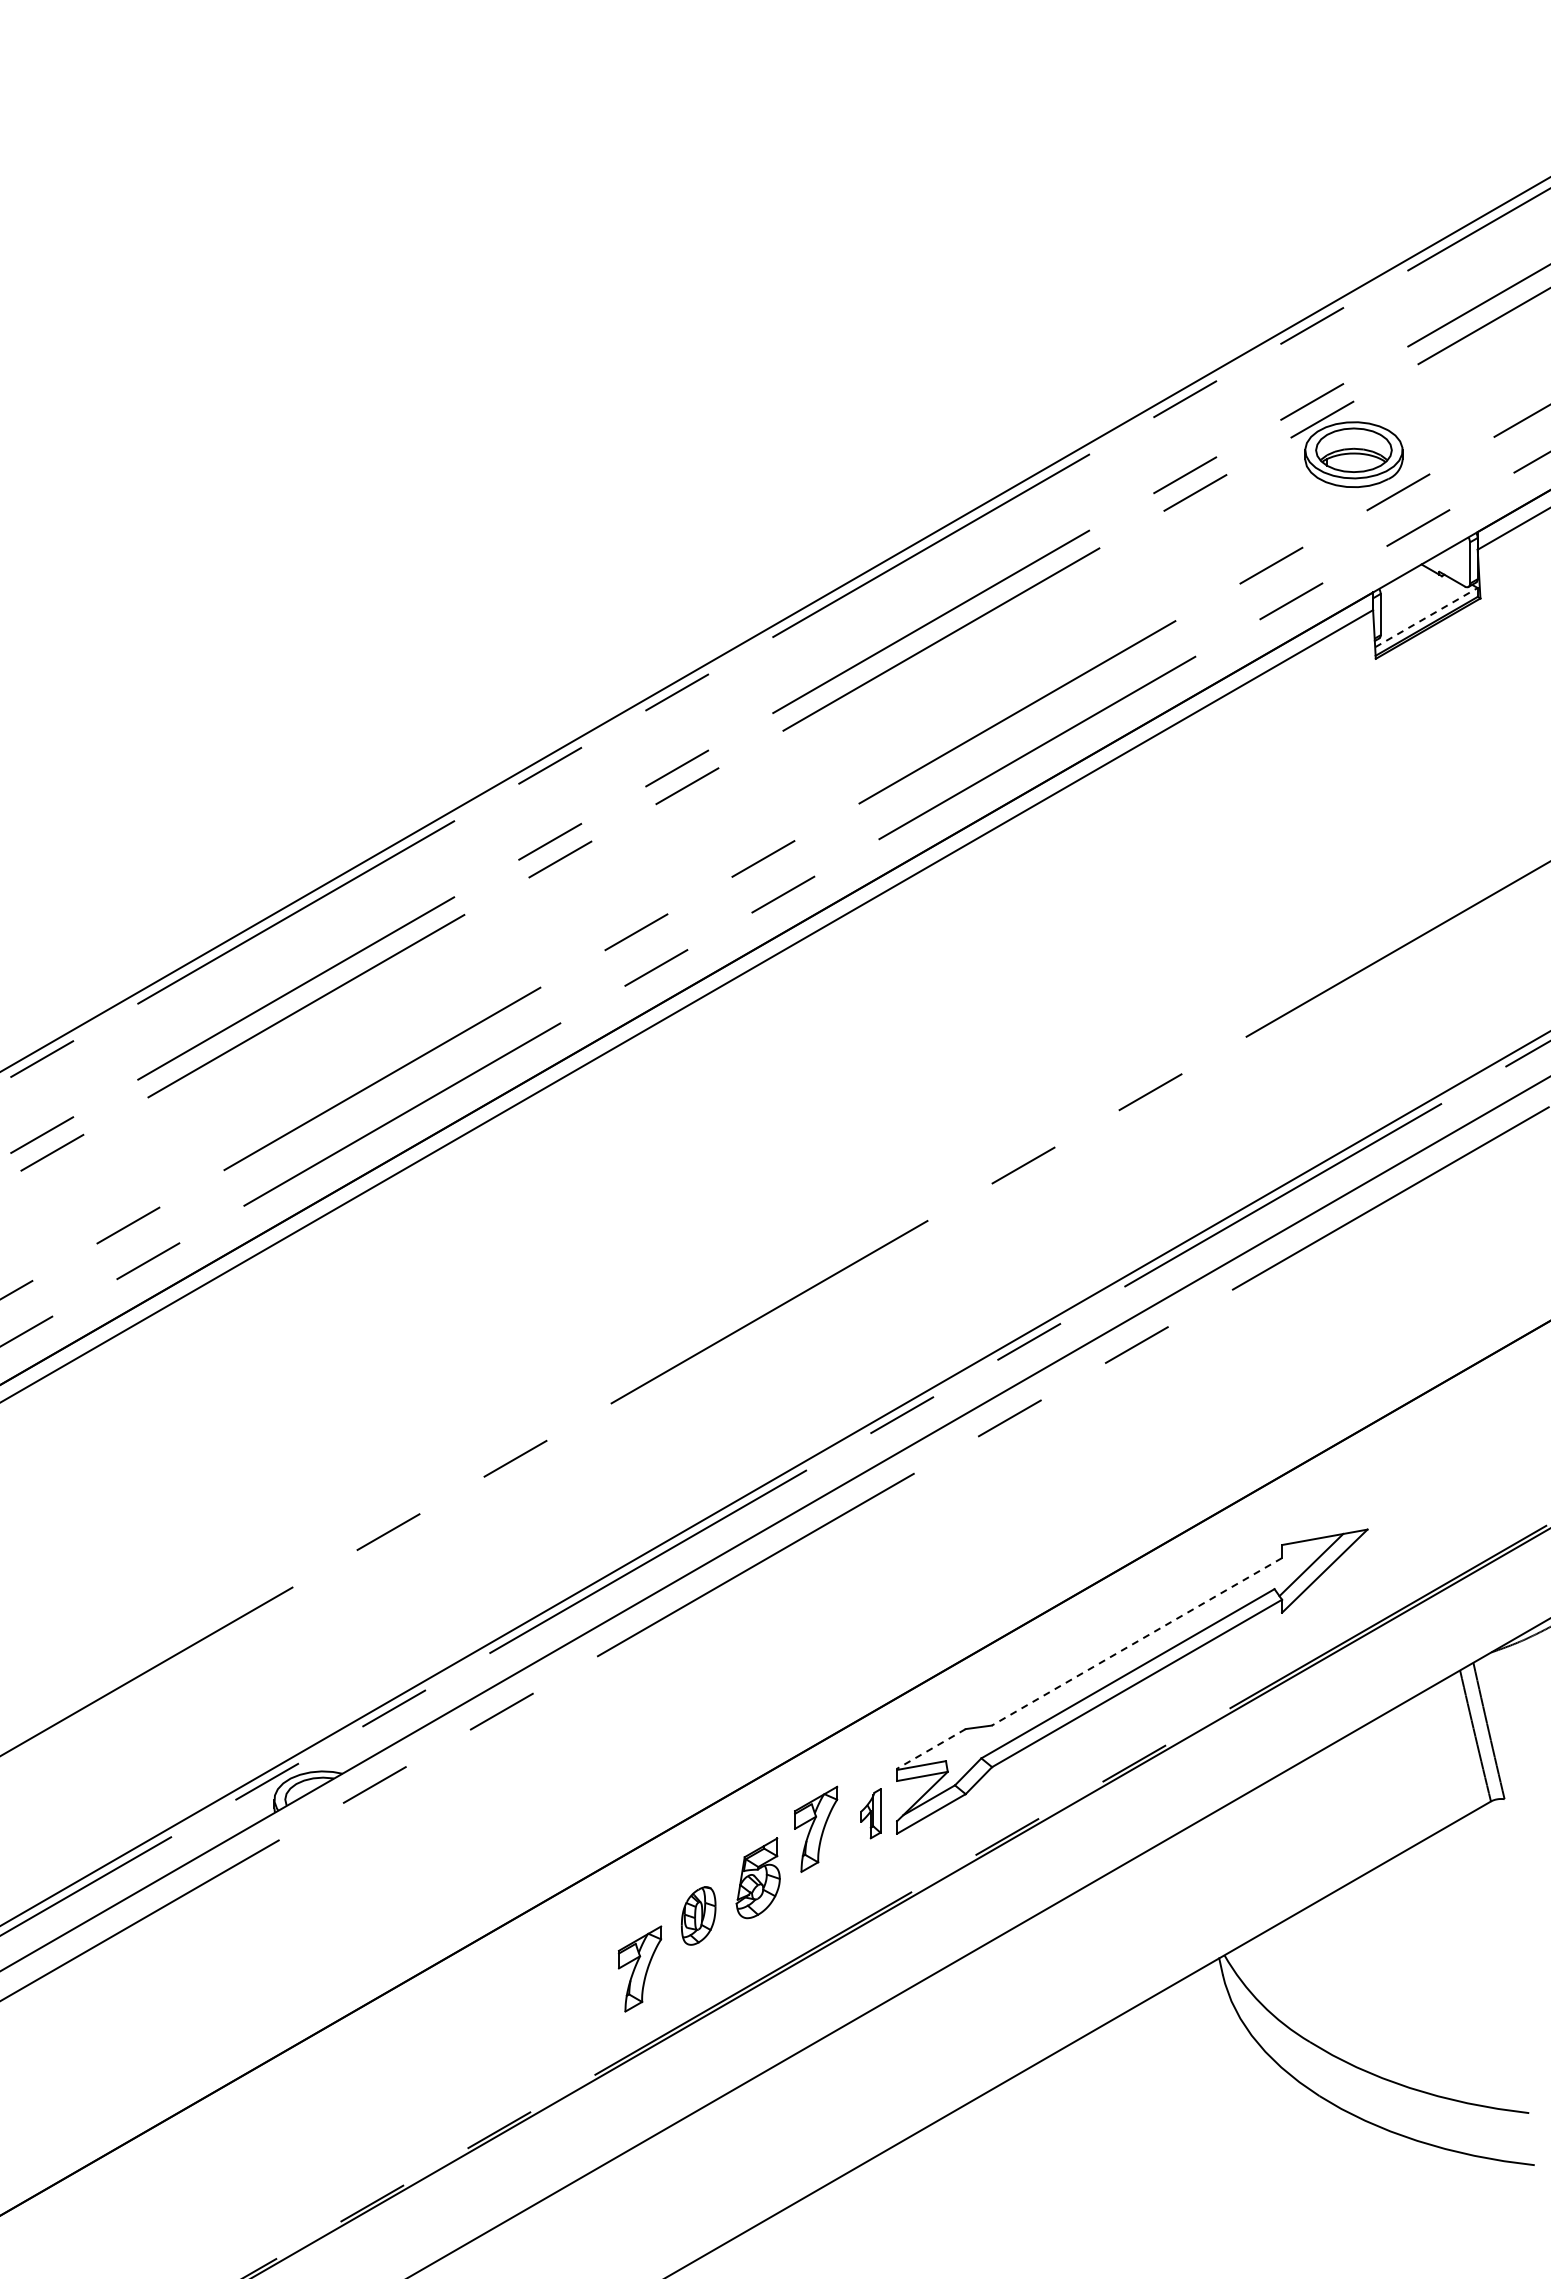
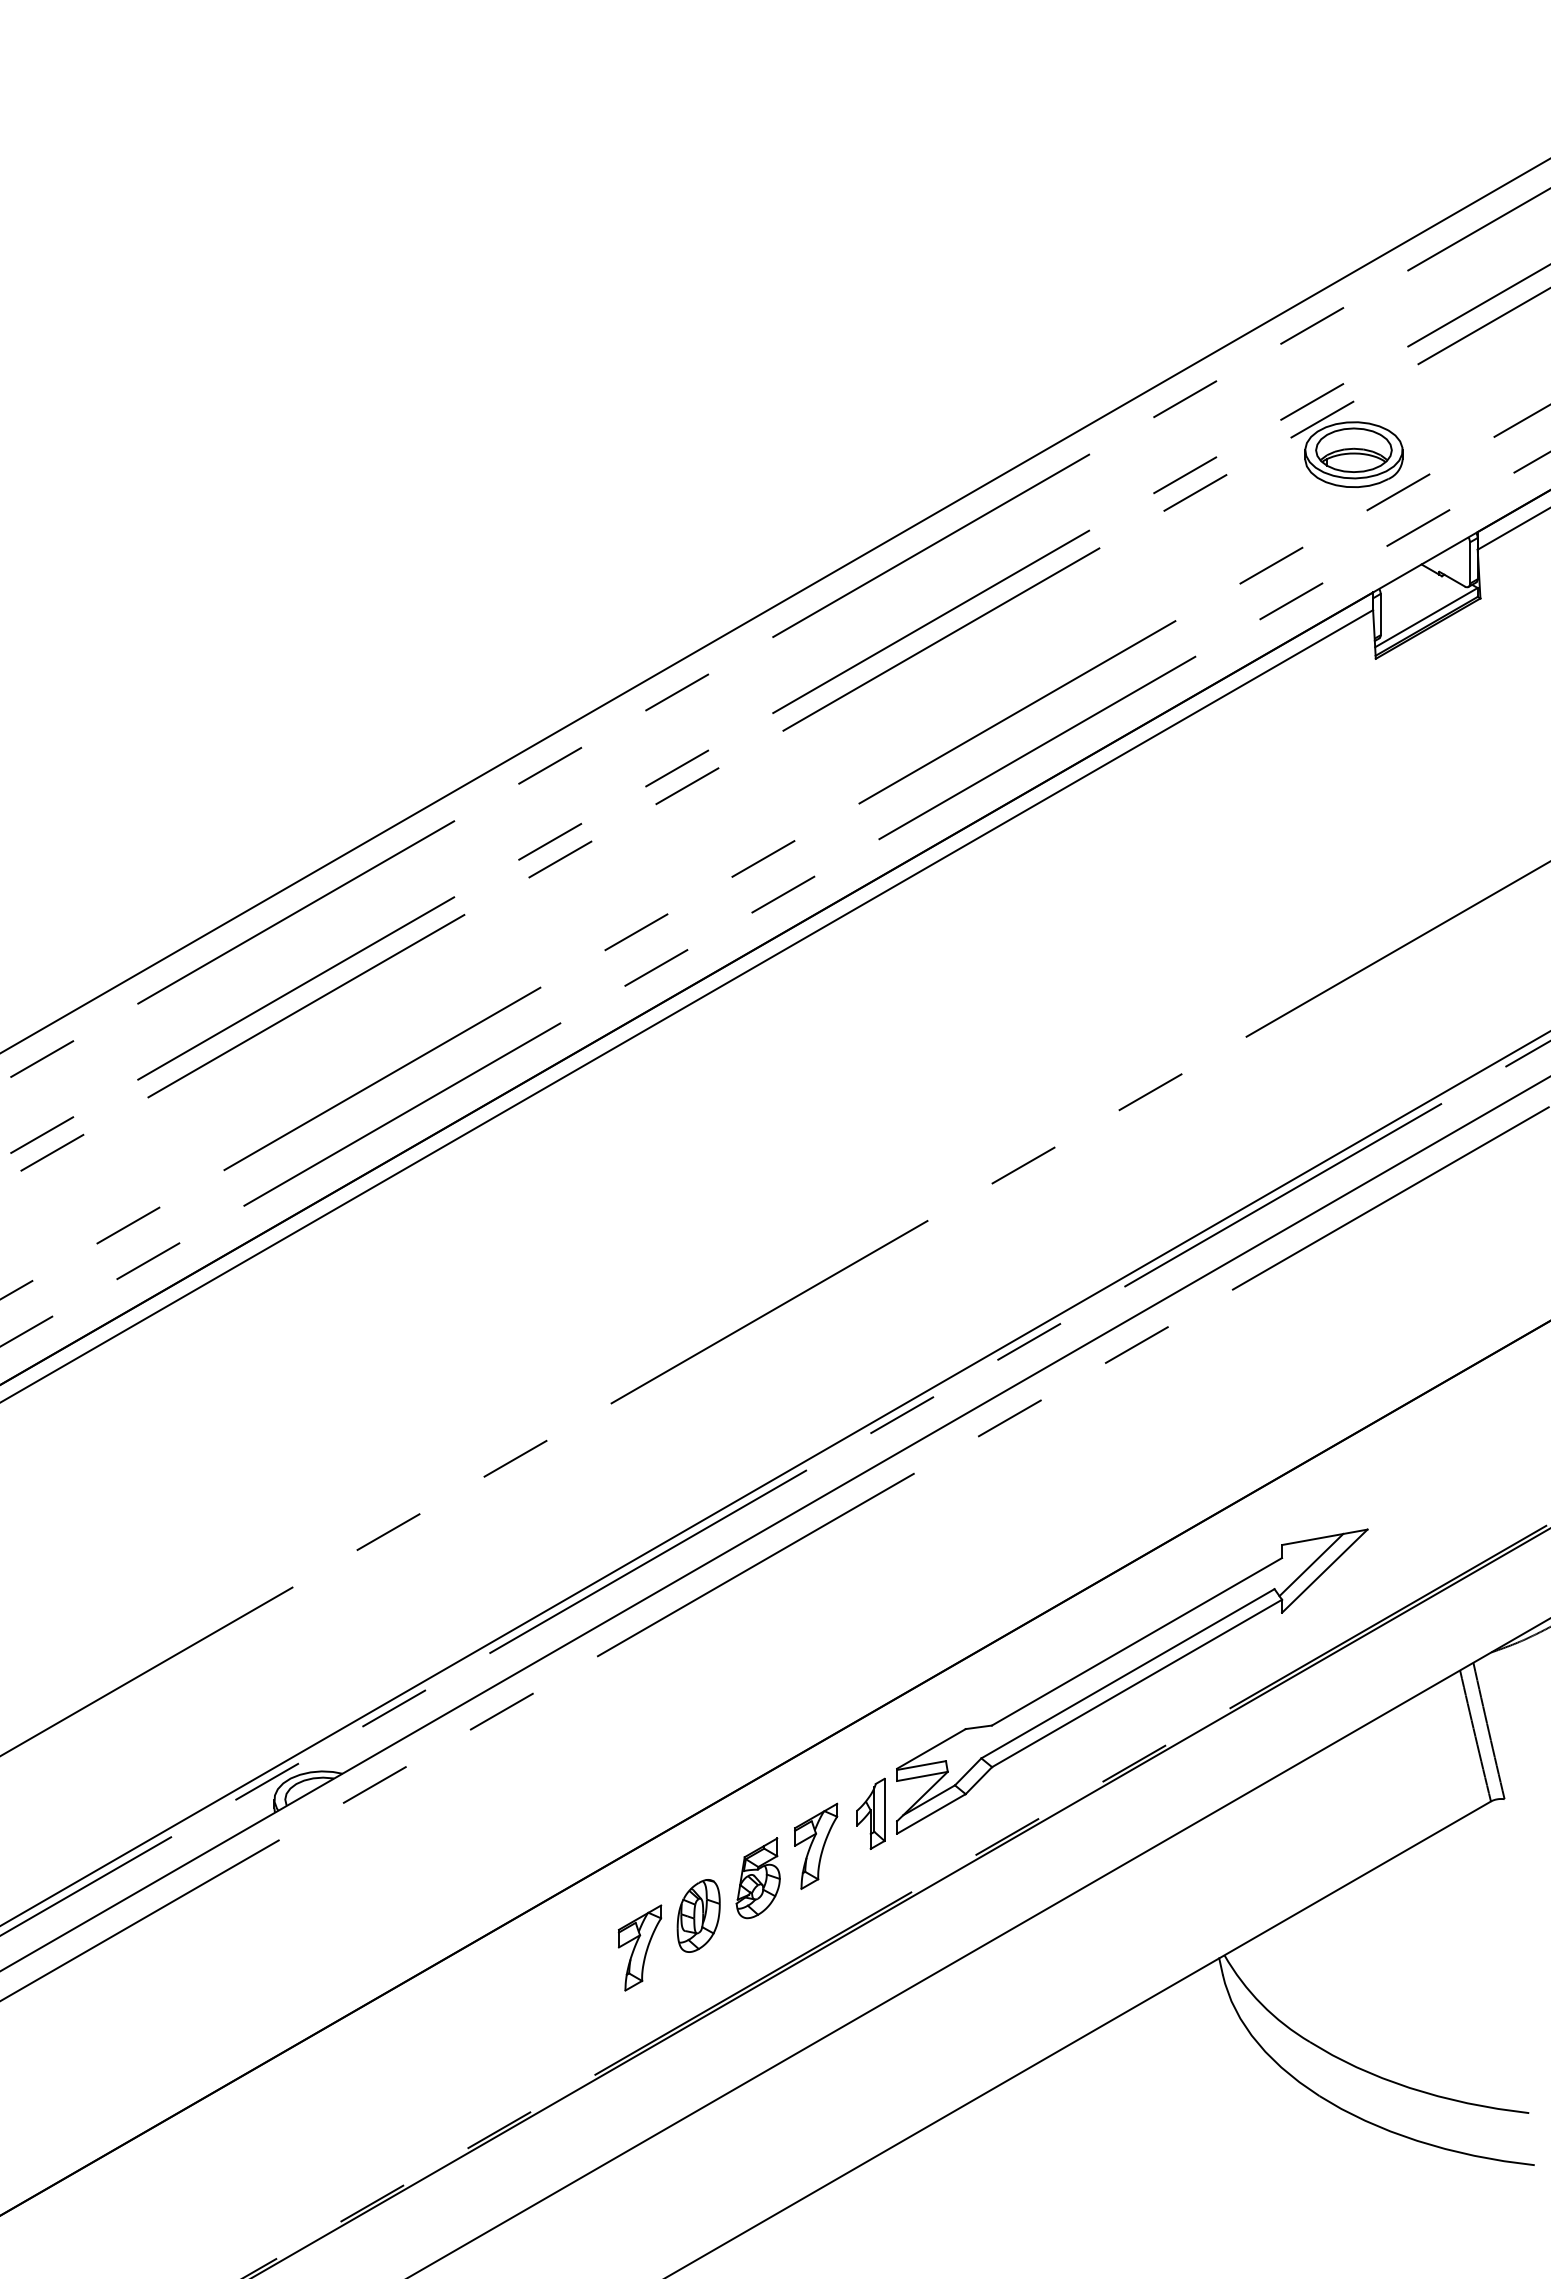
line at (1426, 617): dashed -> solid
line at (774, 624) position: (774, 624) -> (774, 606)
line at (1136, 1642): dashed -> solid
line at (931, 1748): dashed -> solid
part at (870, 1813) size: 22x52 px -> 30x73 px
part at (816, 1828) position: (816, 1828) -> (816, 1845)
part at (698, 1915) size: 36x60 px -> 45x74 px
part at (640, 1968) position: (640, 1968) -> (640, 1947)
